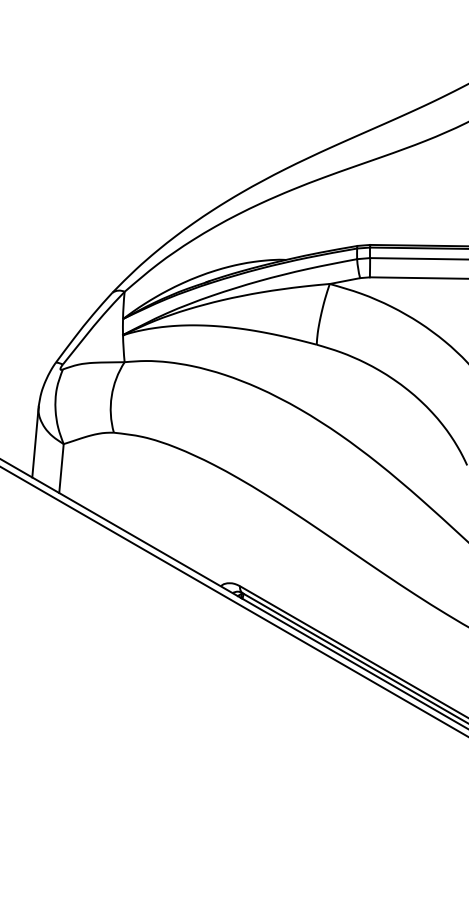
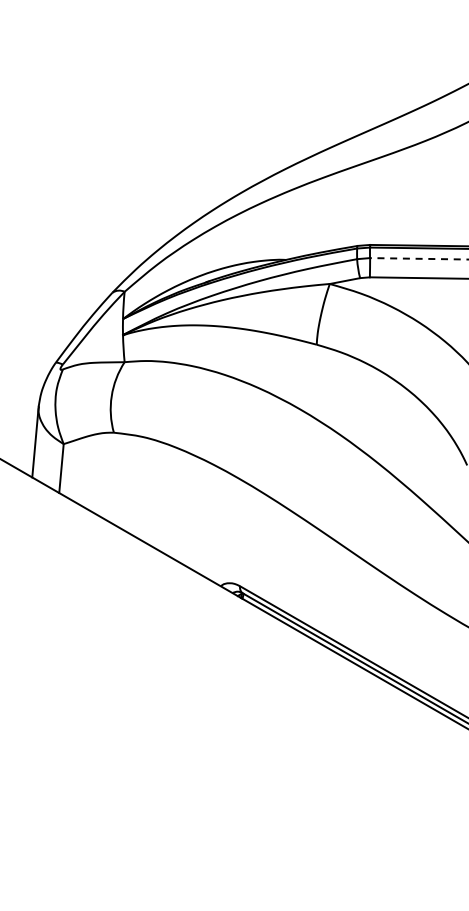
line at (419, 258): solid -> dashed
line at (233, 601): present -> none
